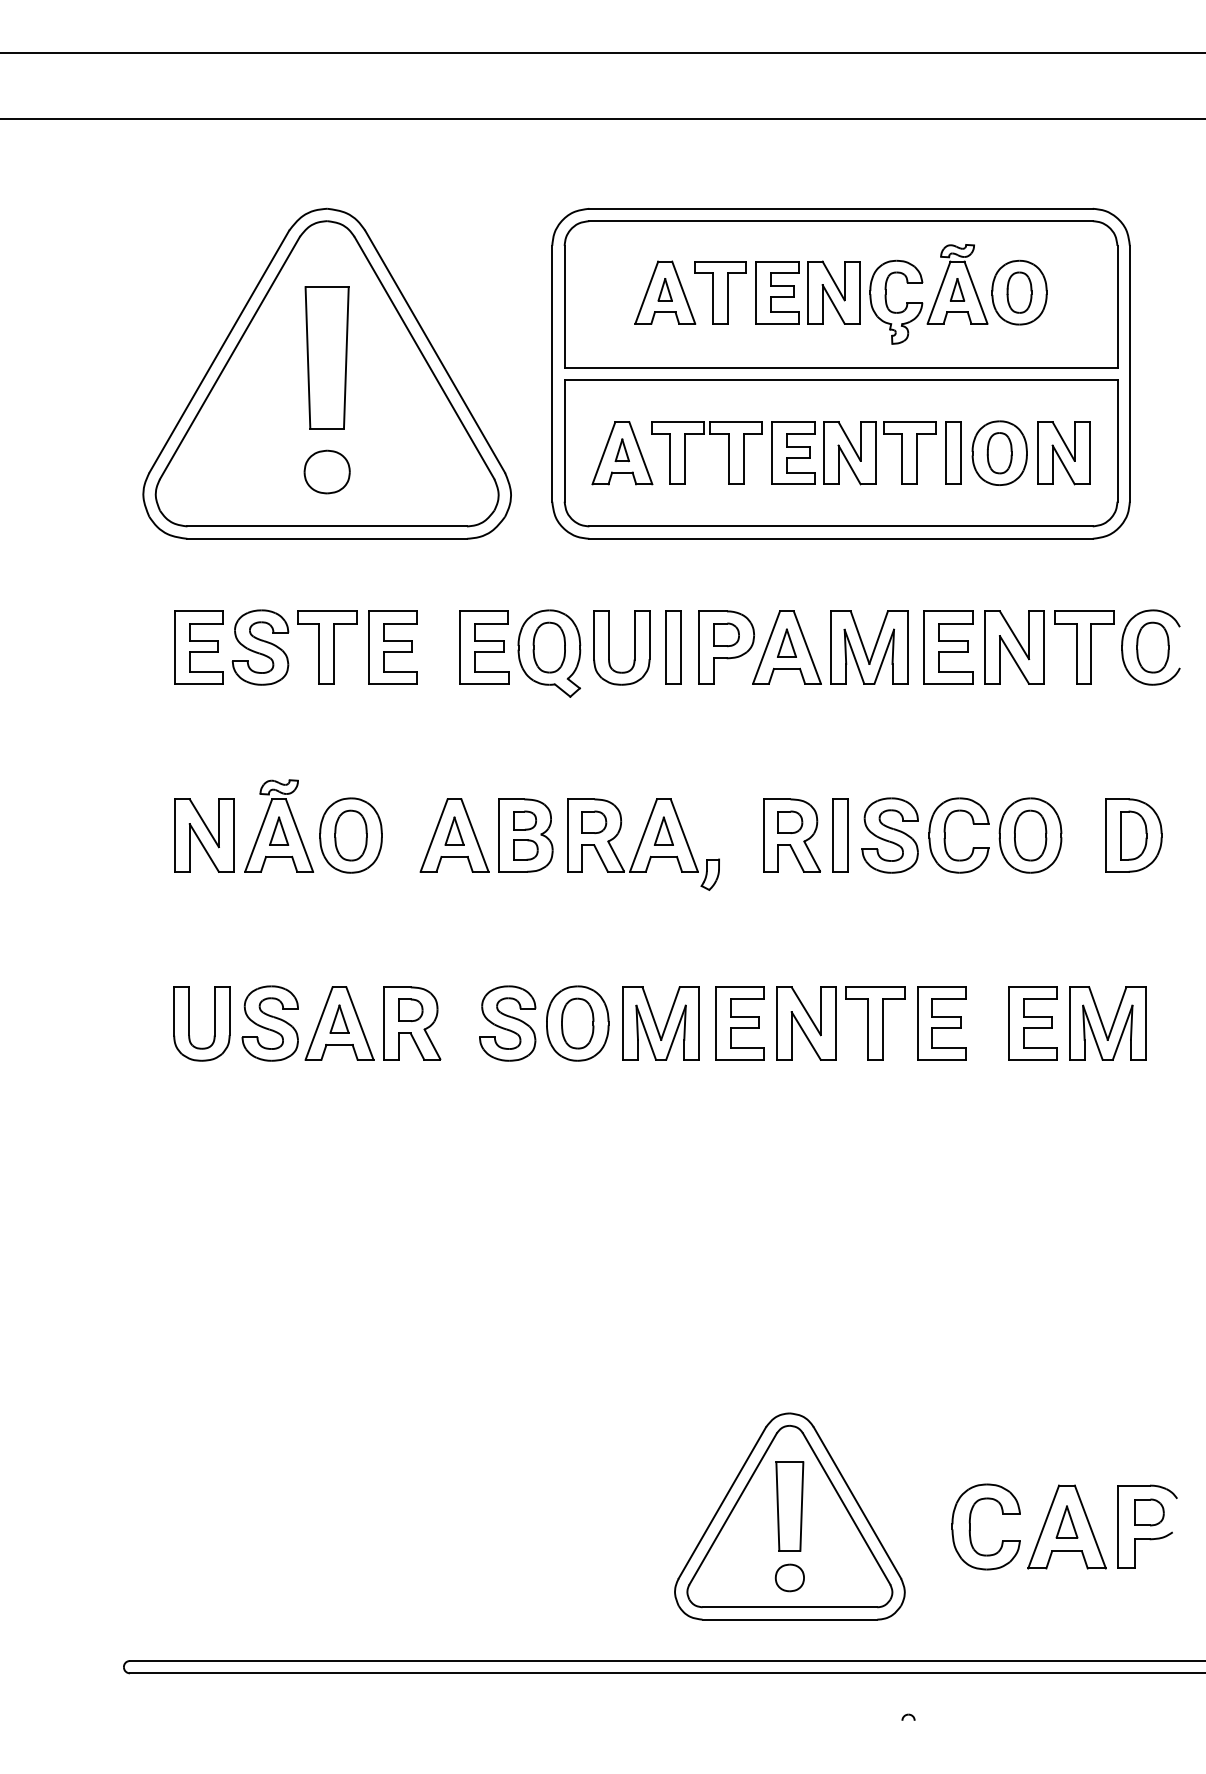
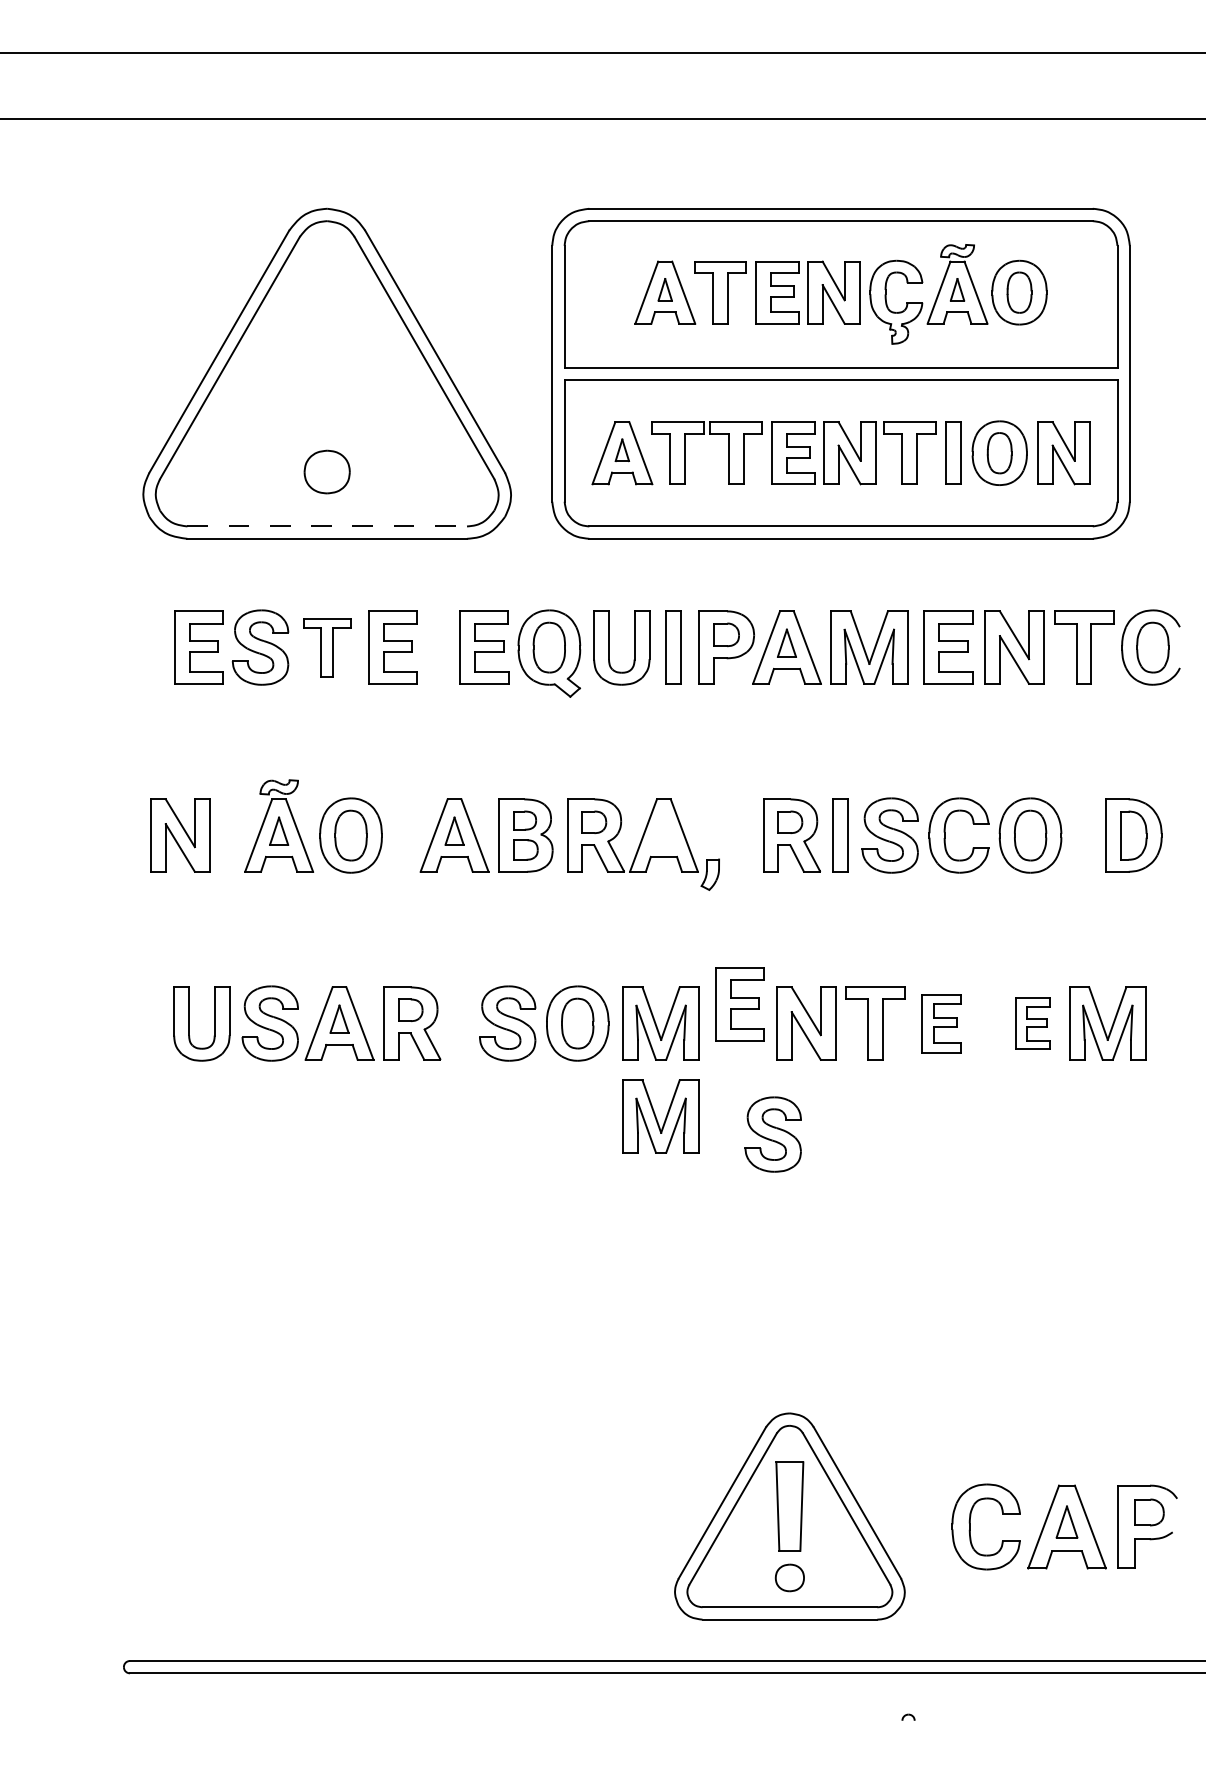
part at (326, 357): present -> none
line at (327, 526): solid -> dashed
part at (327, 647) size: 61x75 px -> 49x60 px
part at (663, 830): present -> none
part at (204, 835) position: (204, 835) -> (180, 835)
part at (739, 1023) position: (739, 1023) -> (739, 1004)
part at (941, 1023) size: 50x75 px -> 41x60 px
part at (1032, 1023) size: 50x75 px -> 36x53 px
part at (660, 1116): none -> present
part at (772, 1134): none -> present
